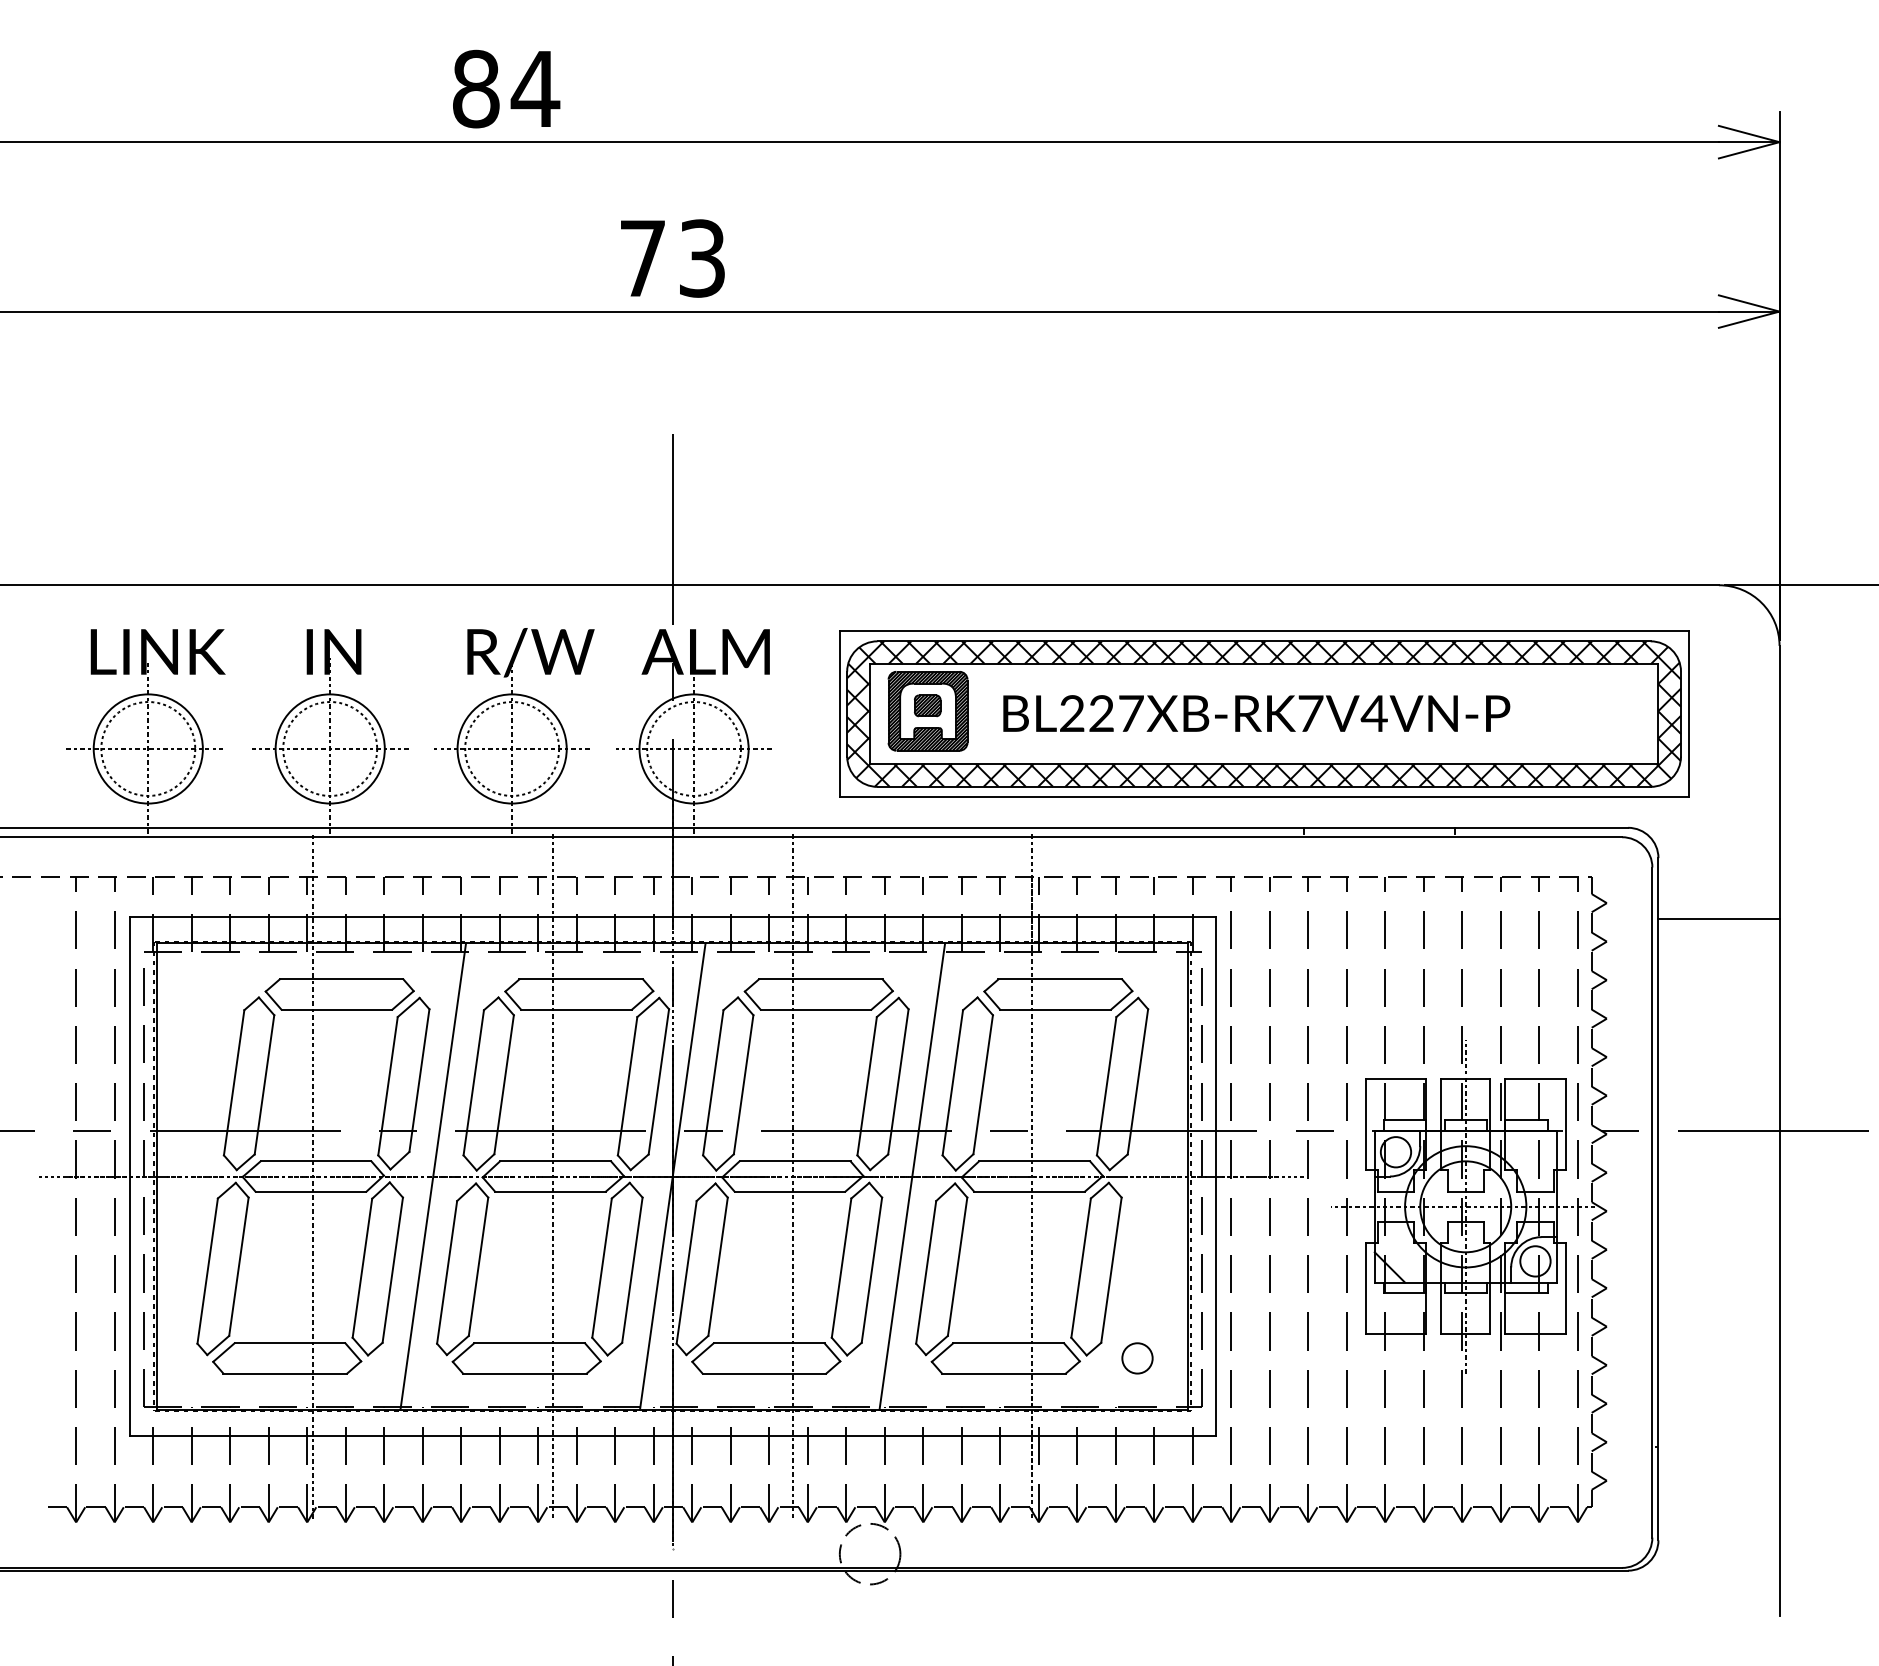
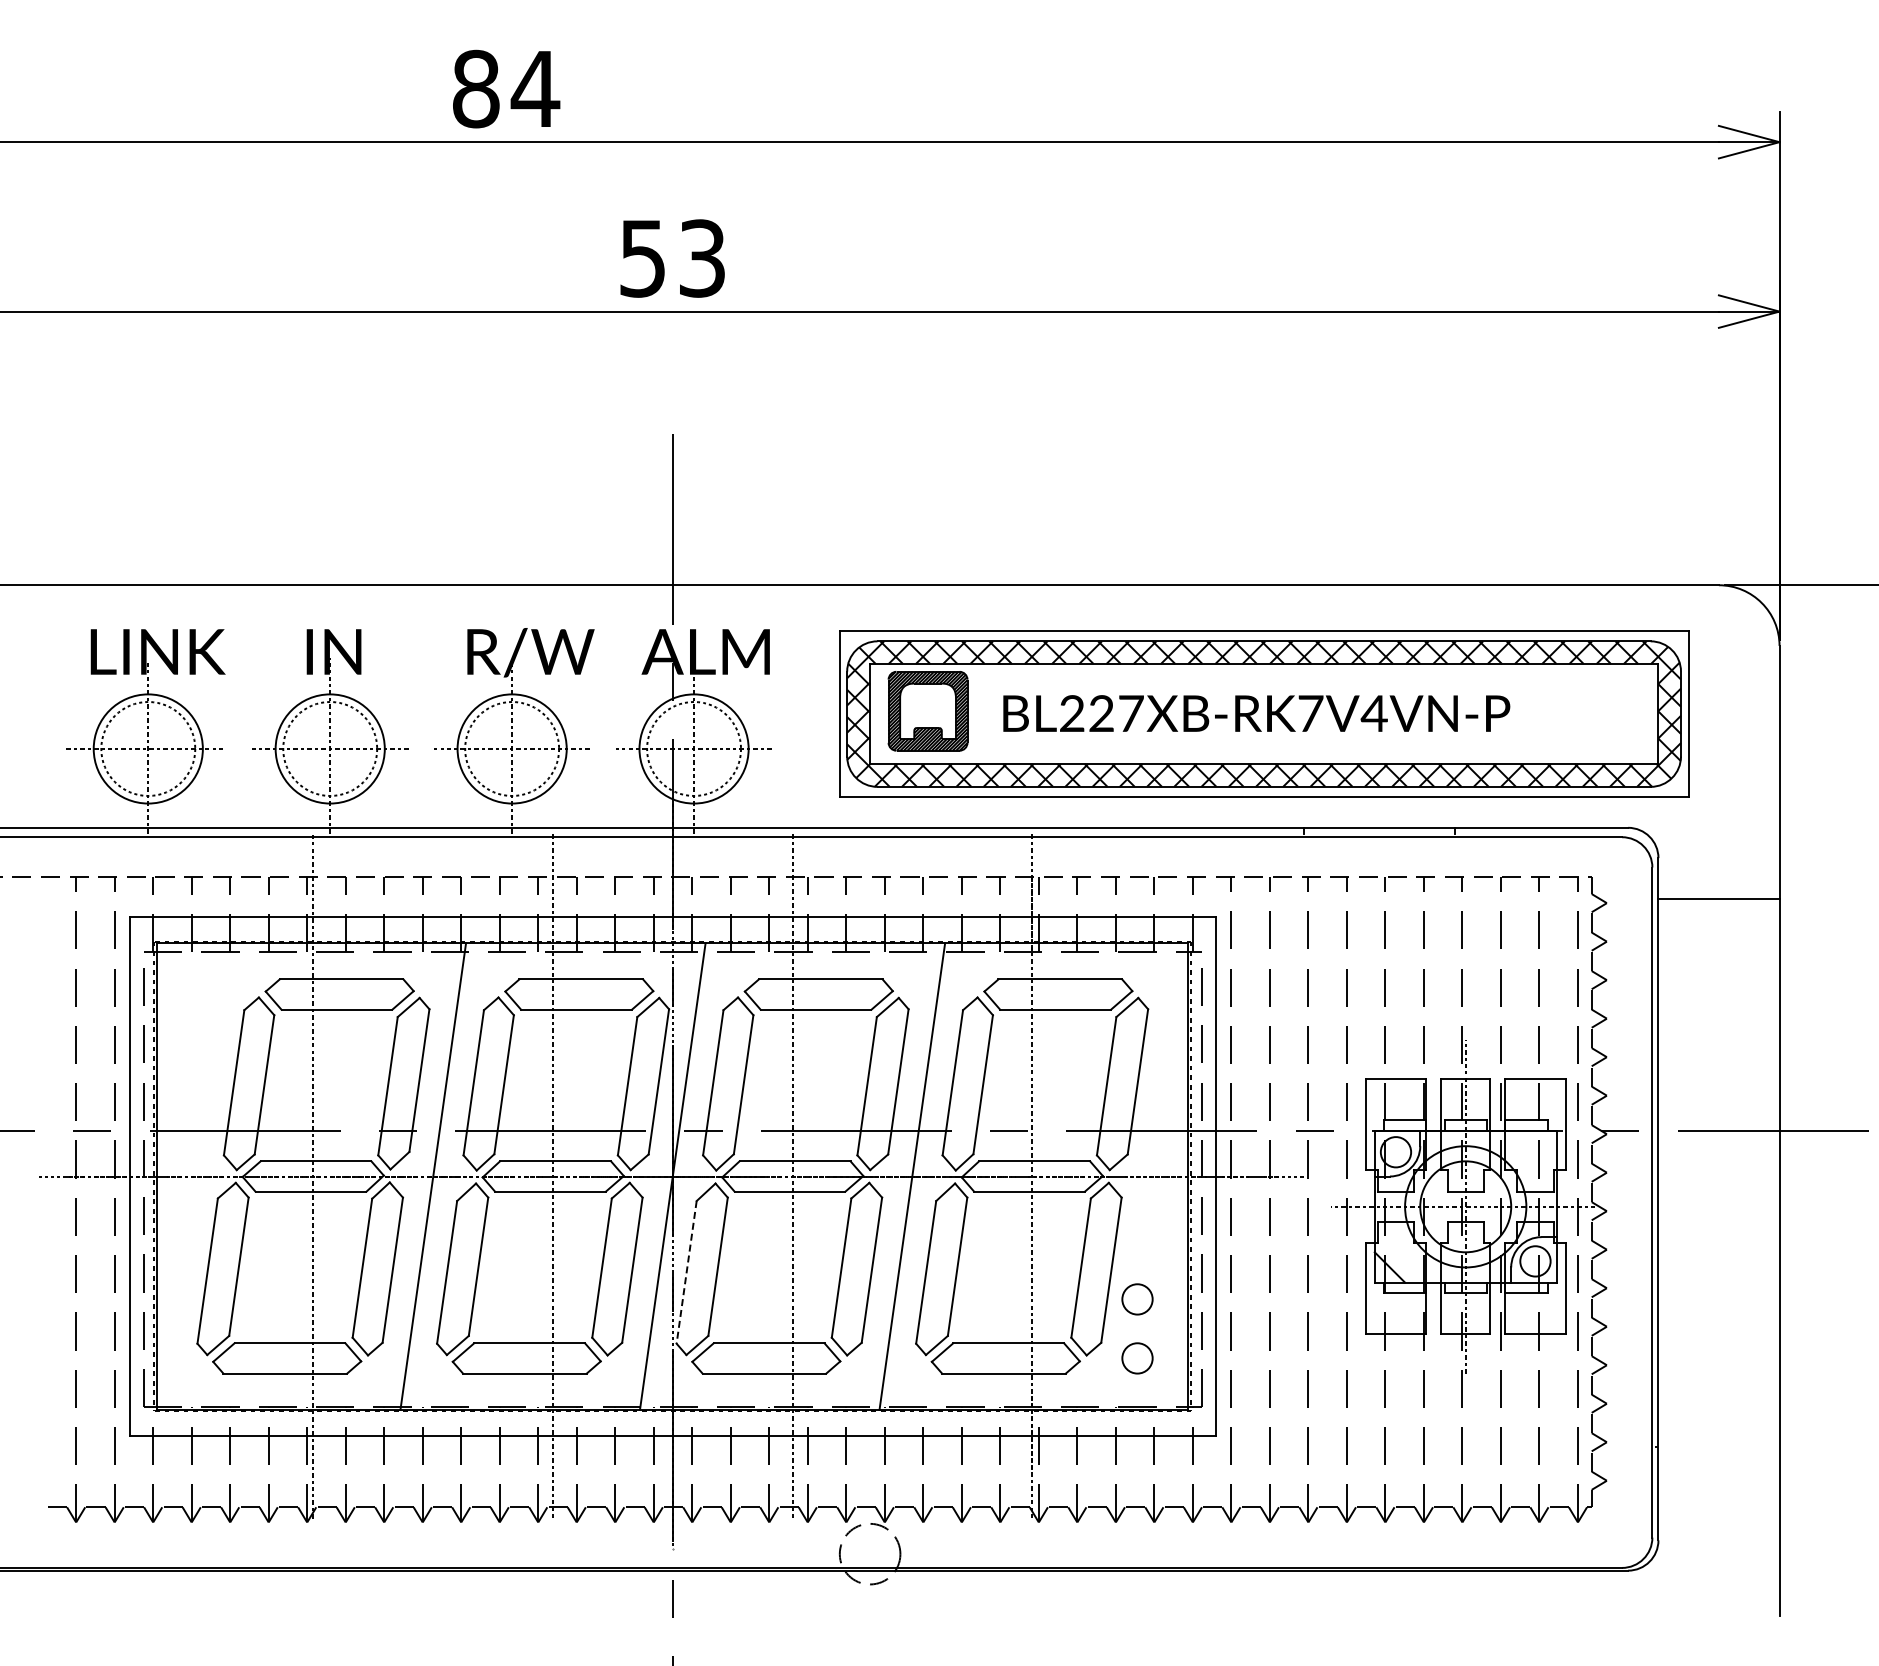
text at (642, 258): 73 -> 53
part at (927, 705): present -> none
line at (1718, 918) position: (1718, 918) -> (1718, 898)
line at (686, 1272): solid -> dashed
circle at (1137, 1299): none -> present
